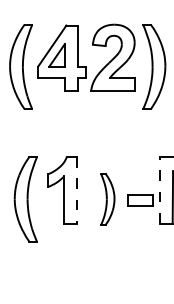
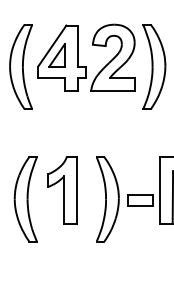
line at (159, 189): dashed -> solid
line at (77, 190): dashed -> solid
part at (107, 199) size: 16x53 px -> 24x87 px
